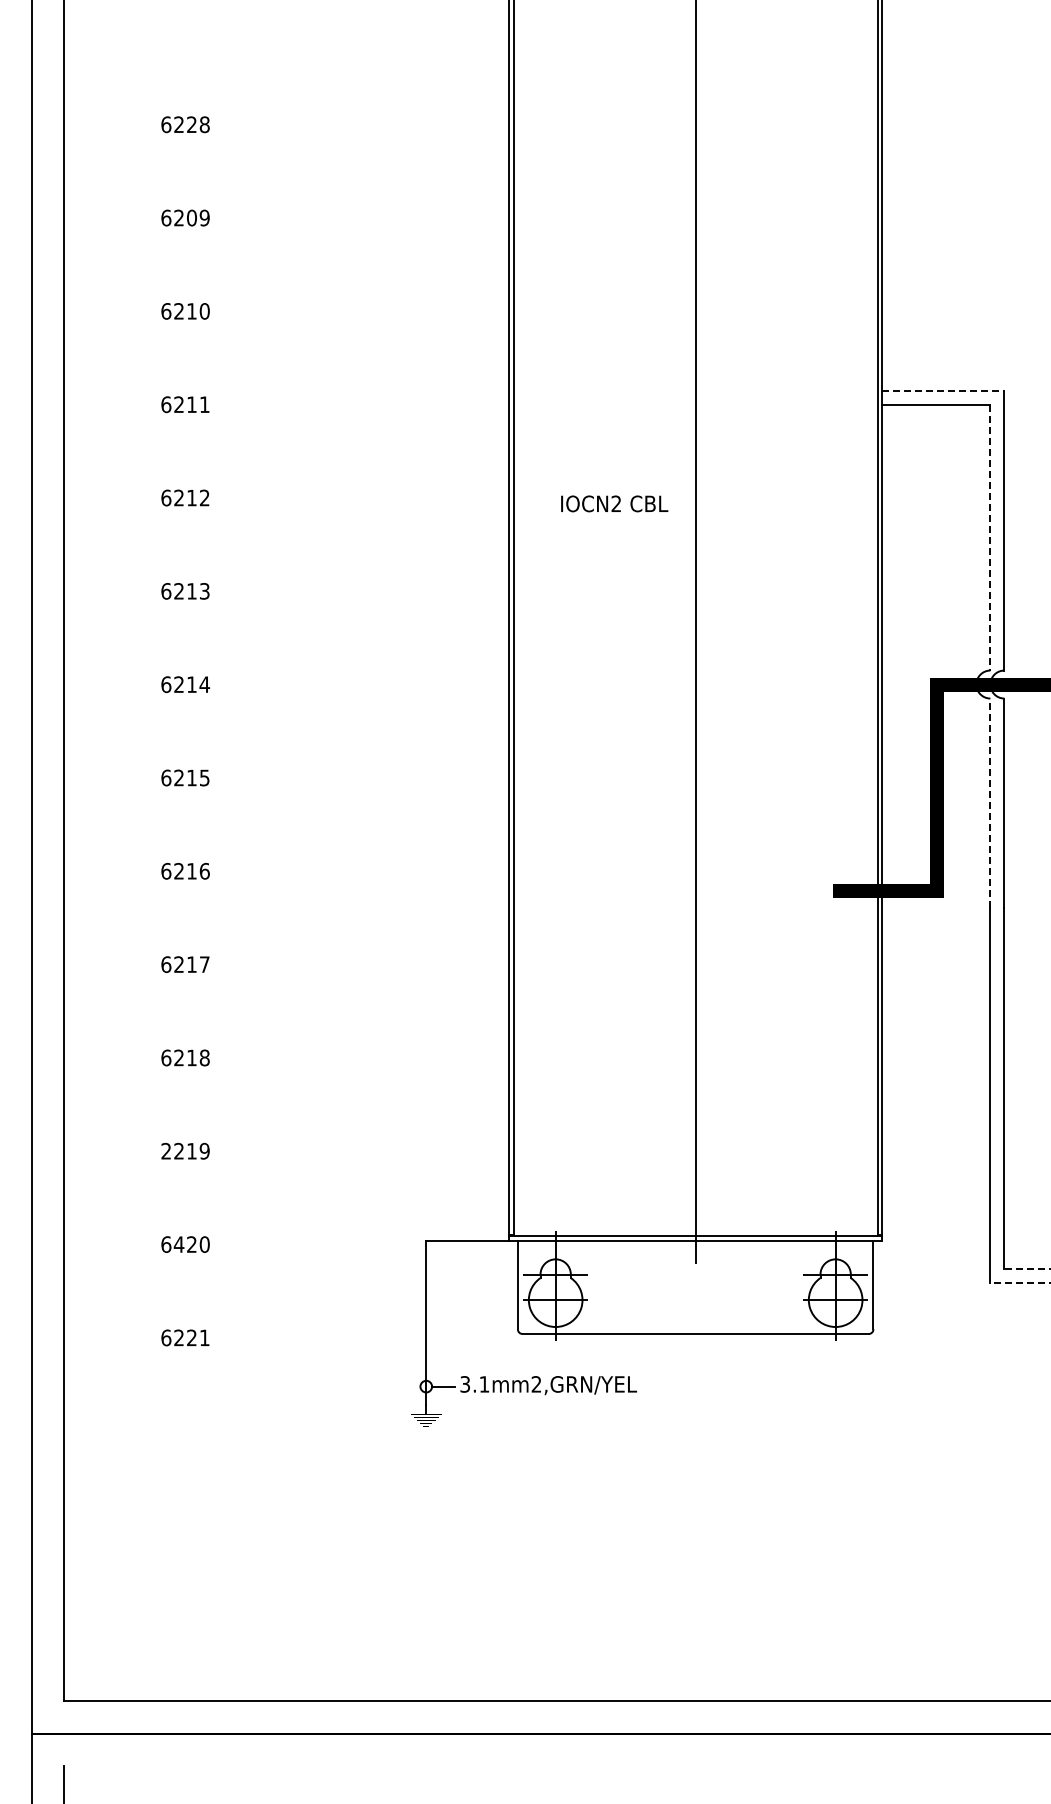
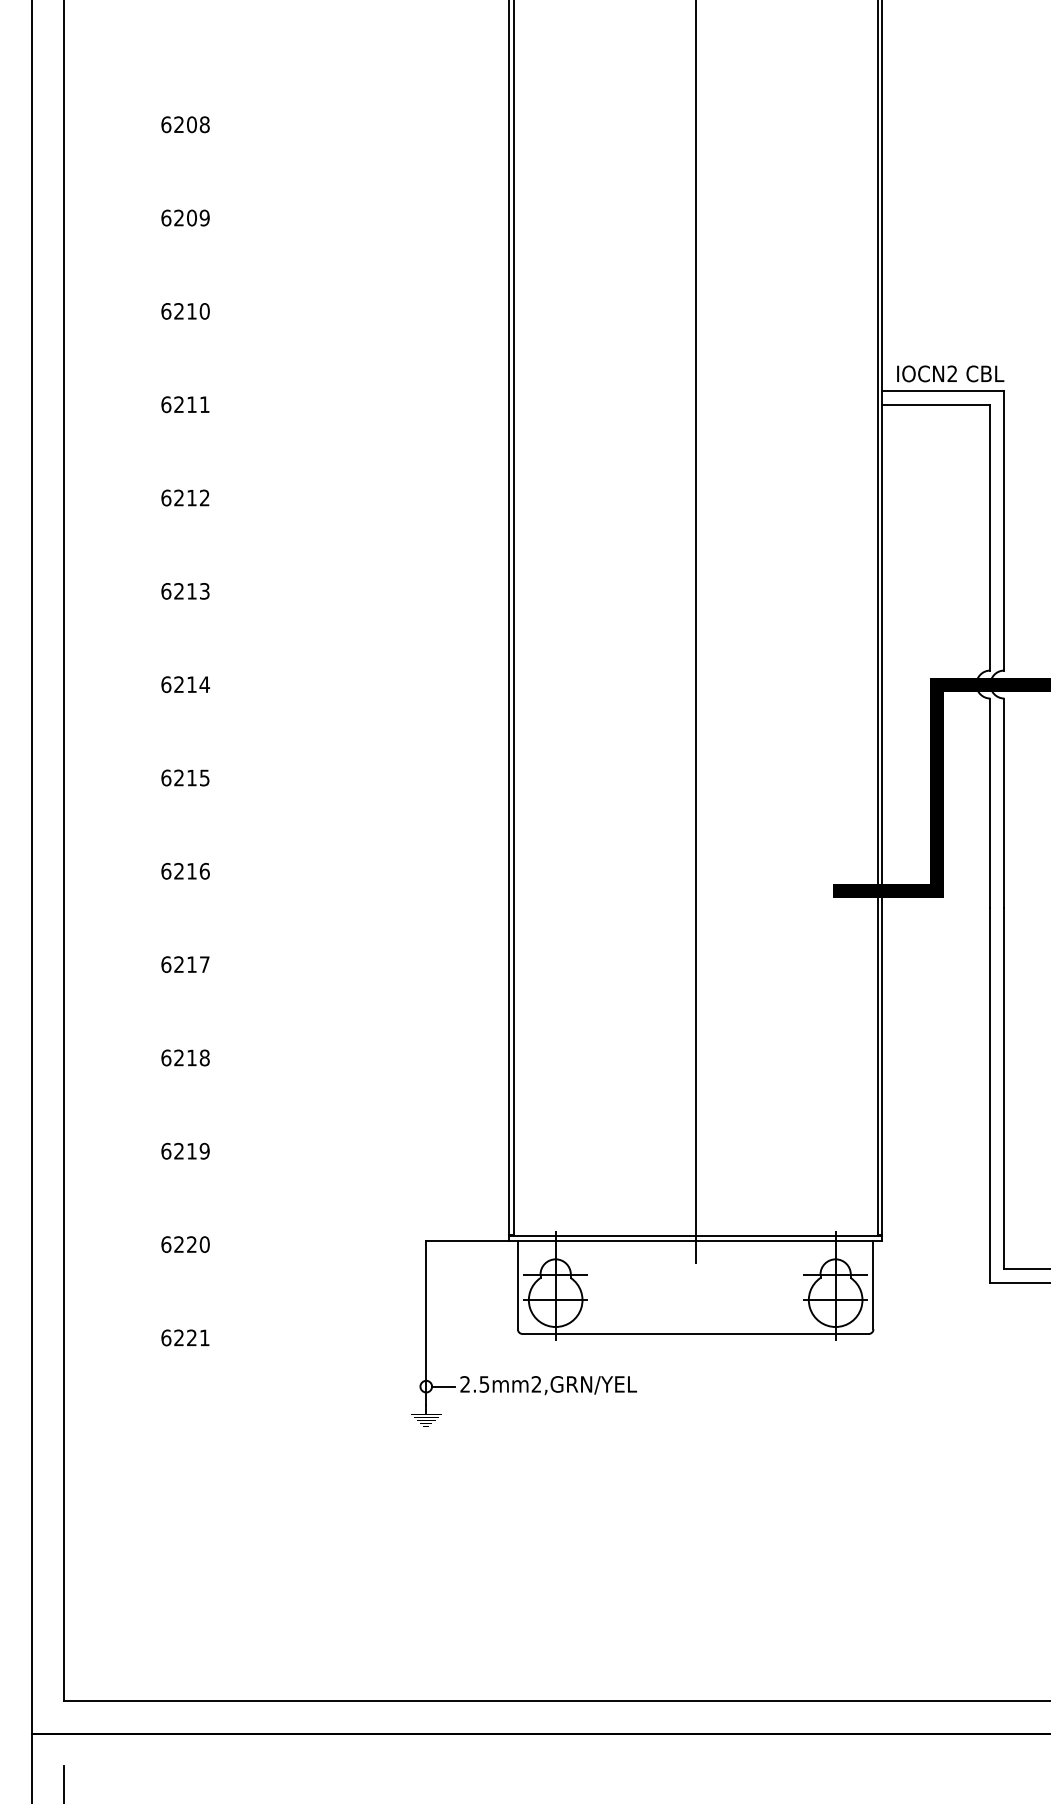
text at (191, 124): 6228 -> 6208
line at (943, 390): dashed -> solid
text at (614, 503) position: (614, 503) -> (950, 373)
line at (990, 538): dashed -> solid
line at (990, 803): dashed -> solid
text at (166, 1150): 2219 -> 6219
text at (178, 1244): 6420 -> 6220
line at (1027, 1268): dashed -> solid
line at (1020, 1282): dashed -> solid
text at (474, 1384): 3.1mm2,GRN/YEL -> 2.5mm2,GRN/YEL
